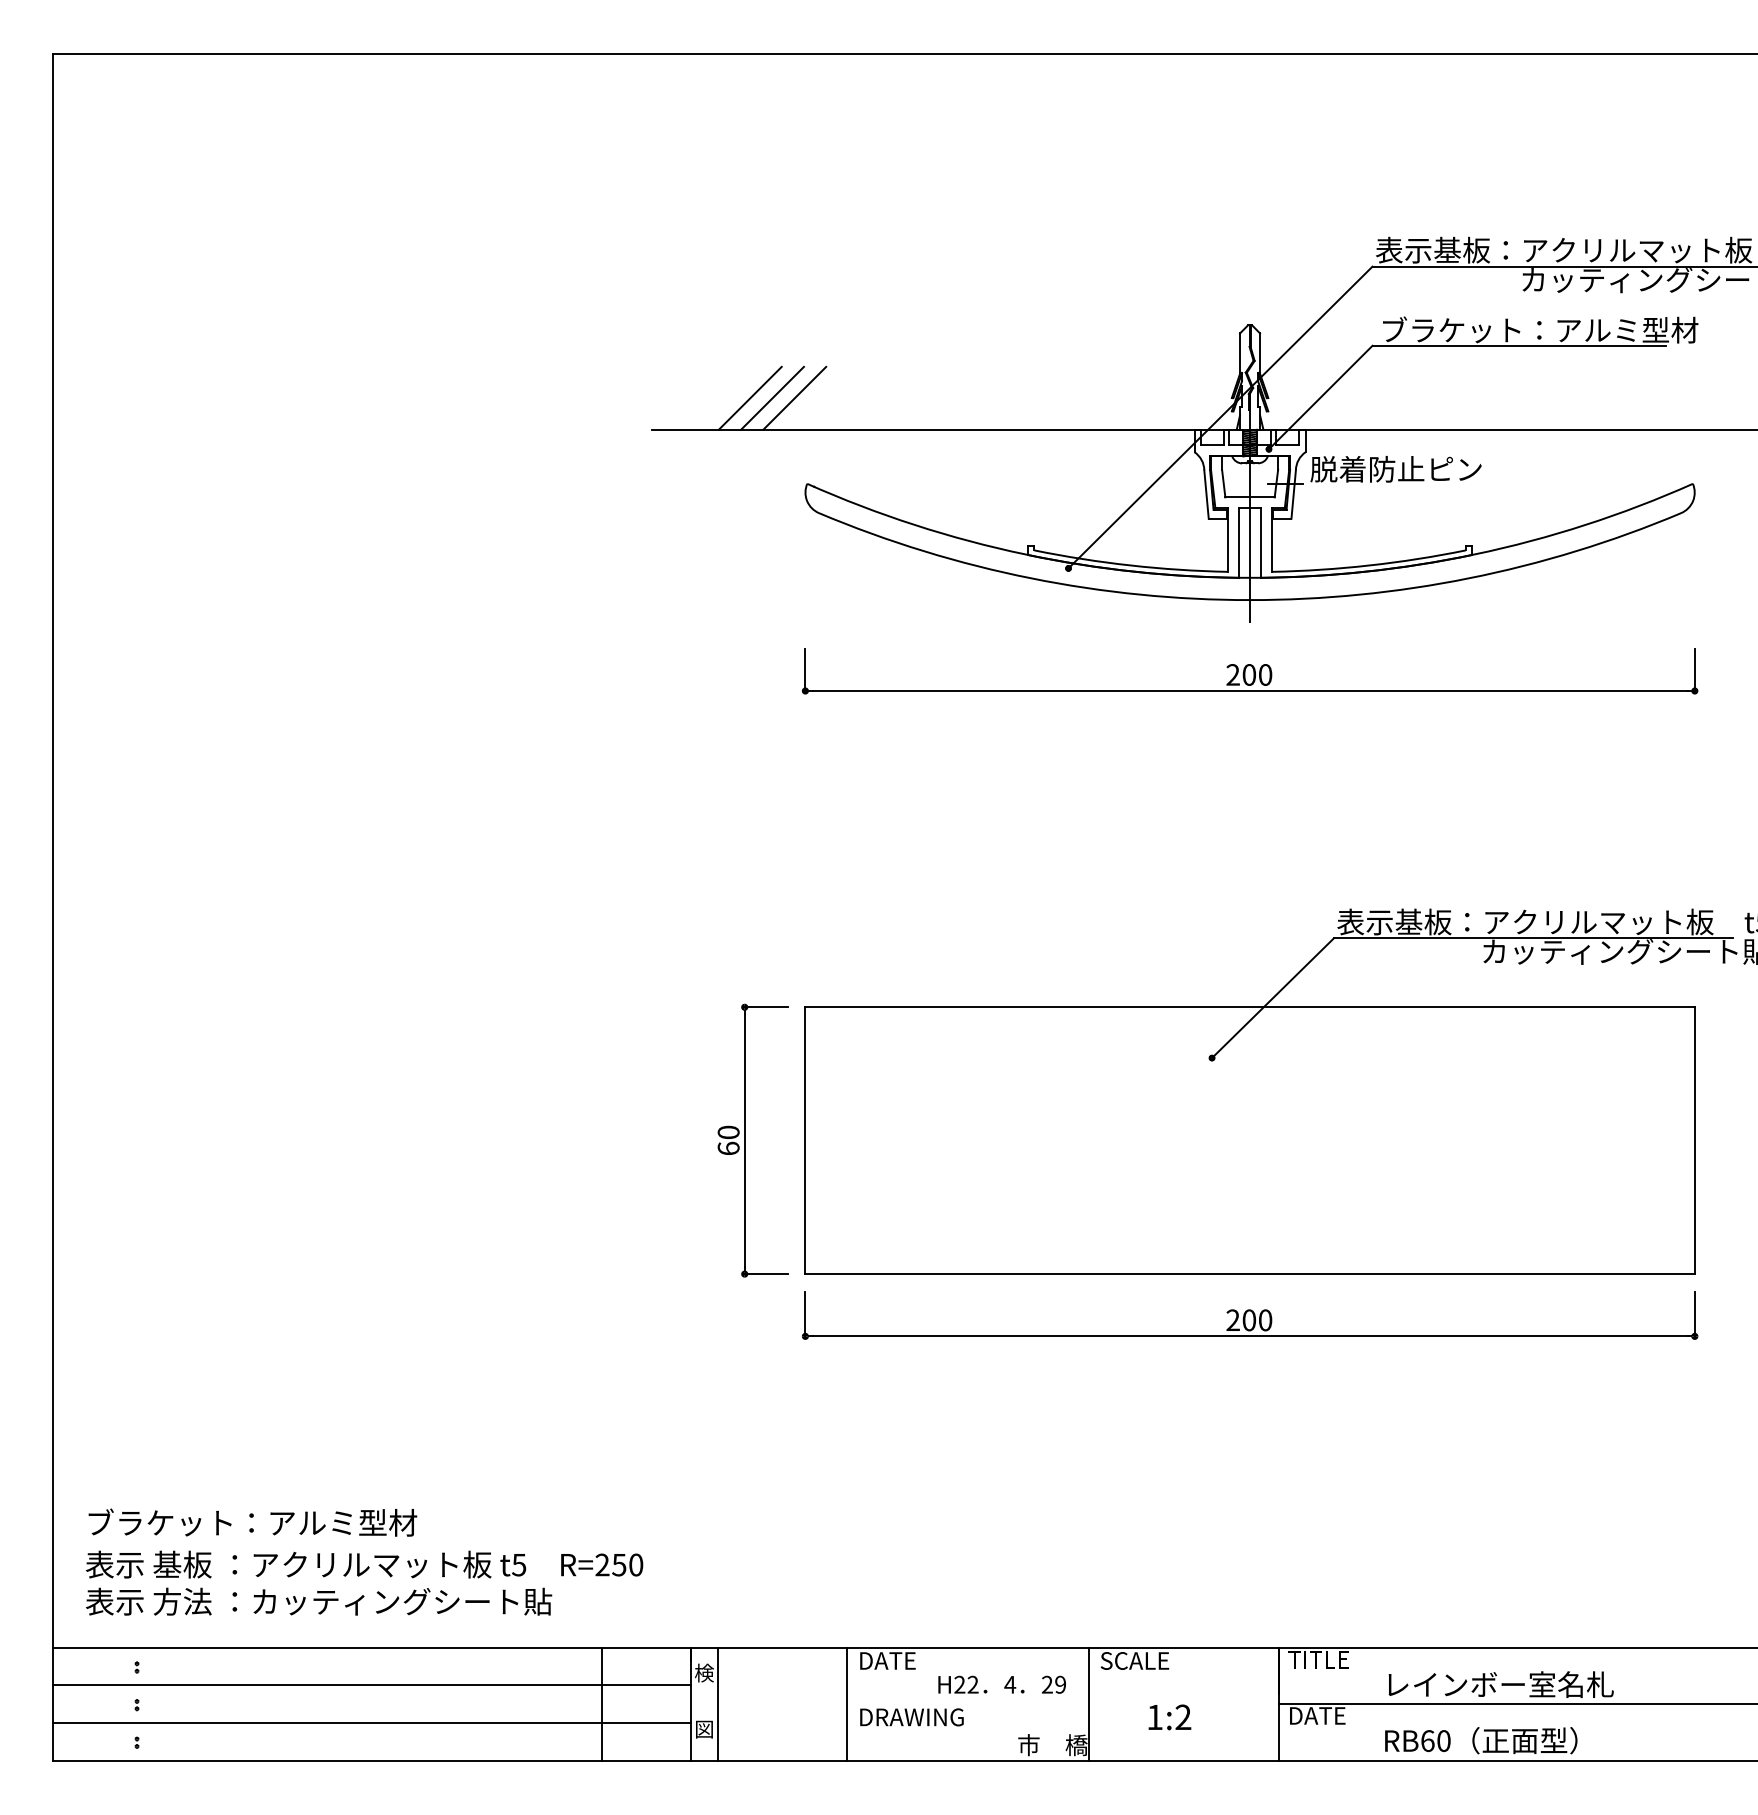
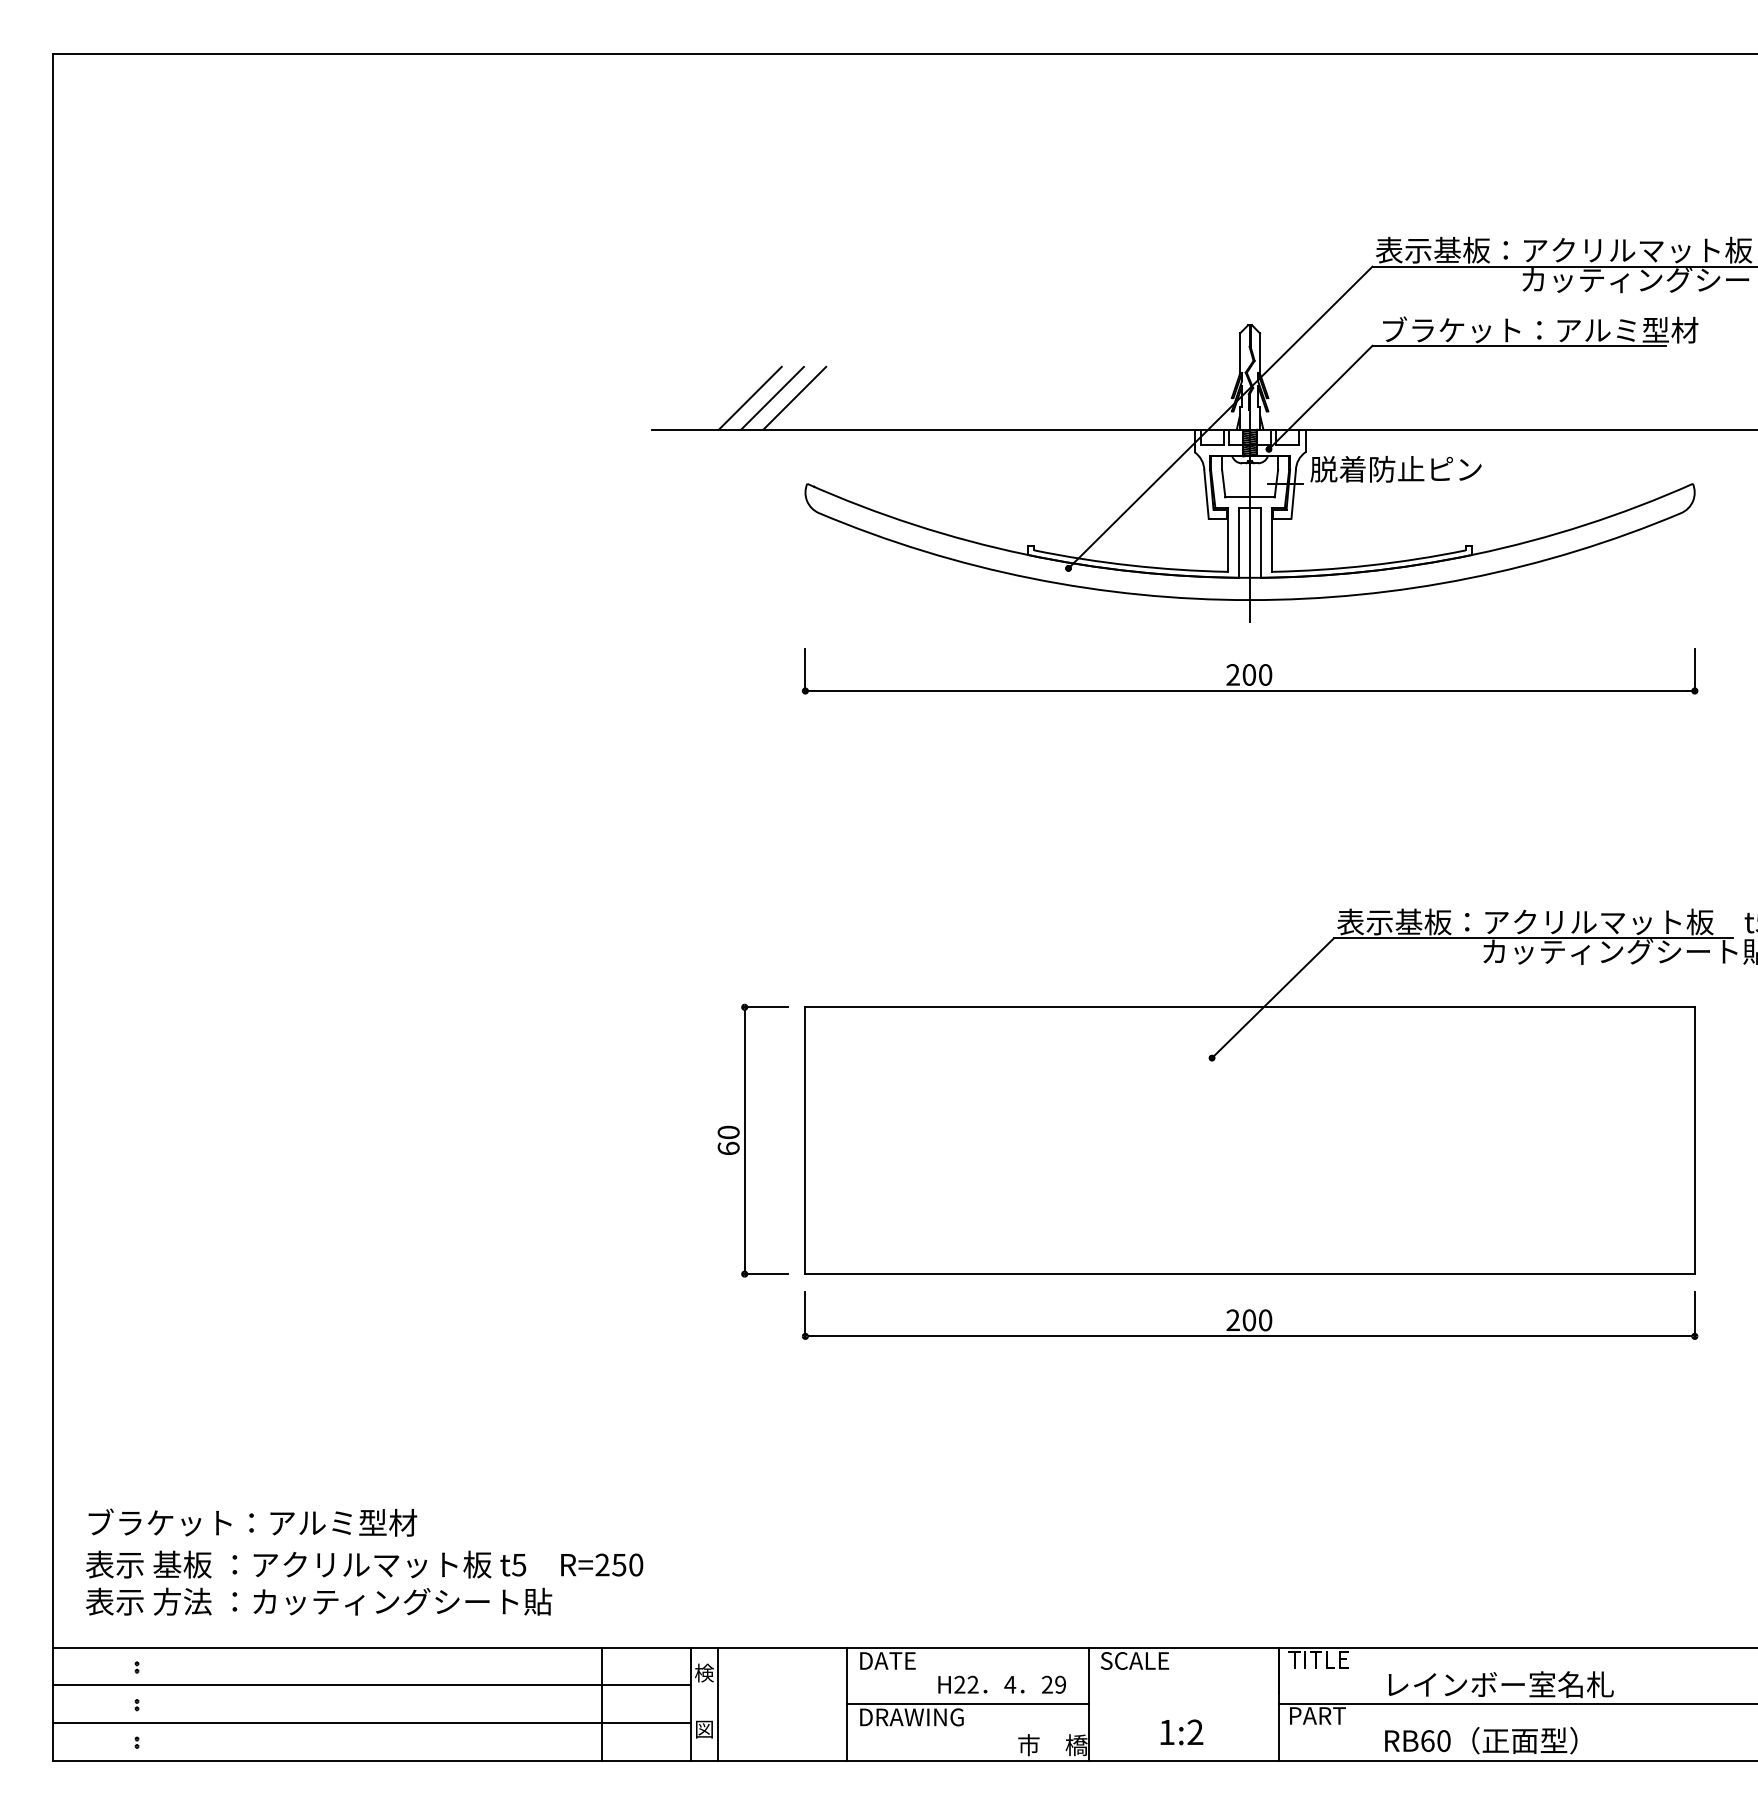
line at (967, 1704): none -> present
text at (1318, 1715): DATE -> PART
text at (1169, 1717) position: (1169, 1717) -> (1181, 1732)
